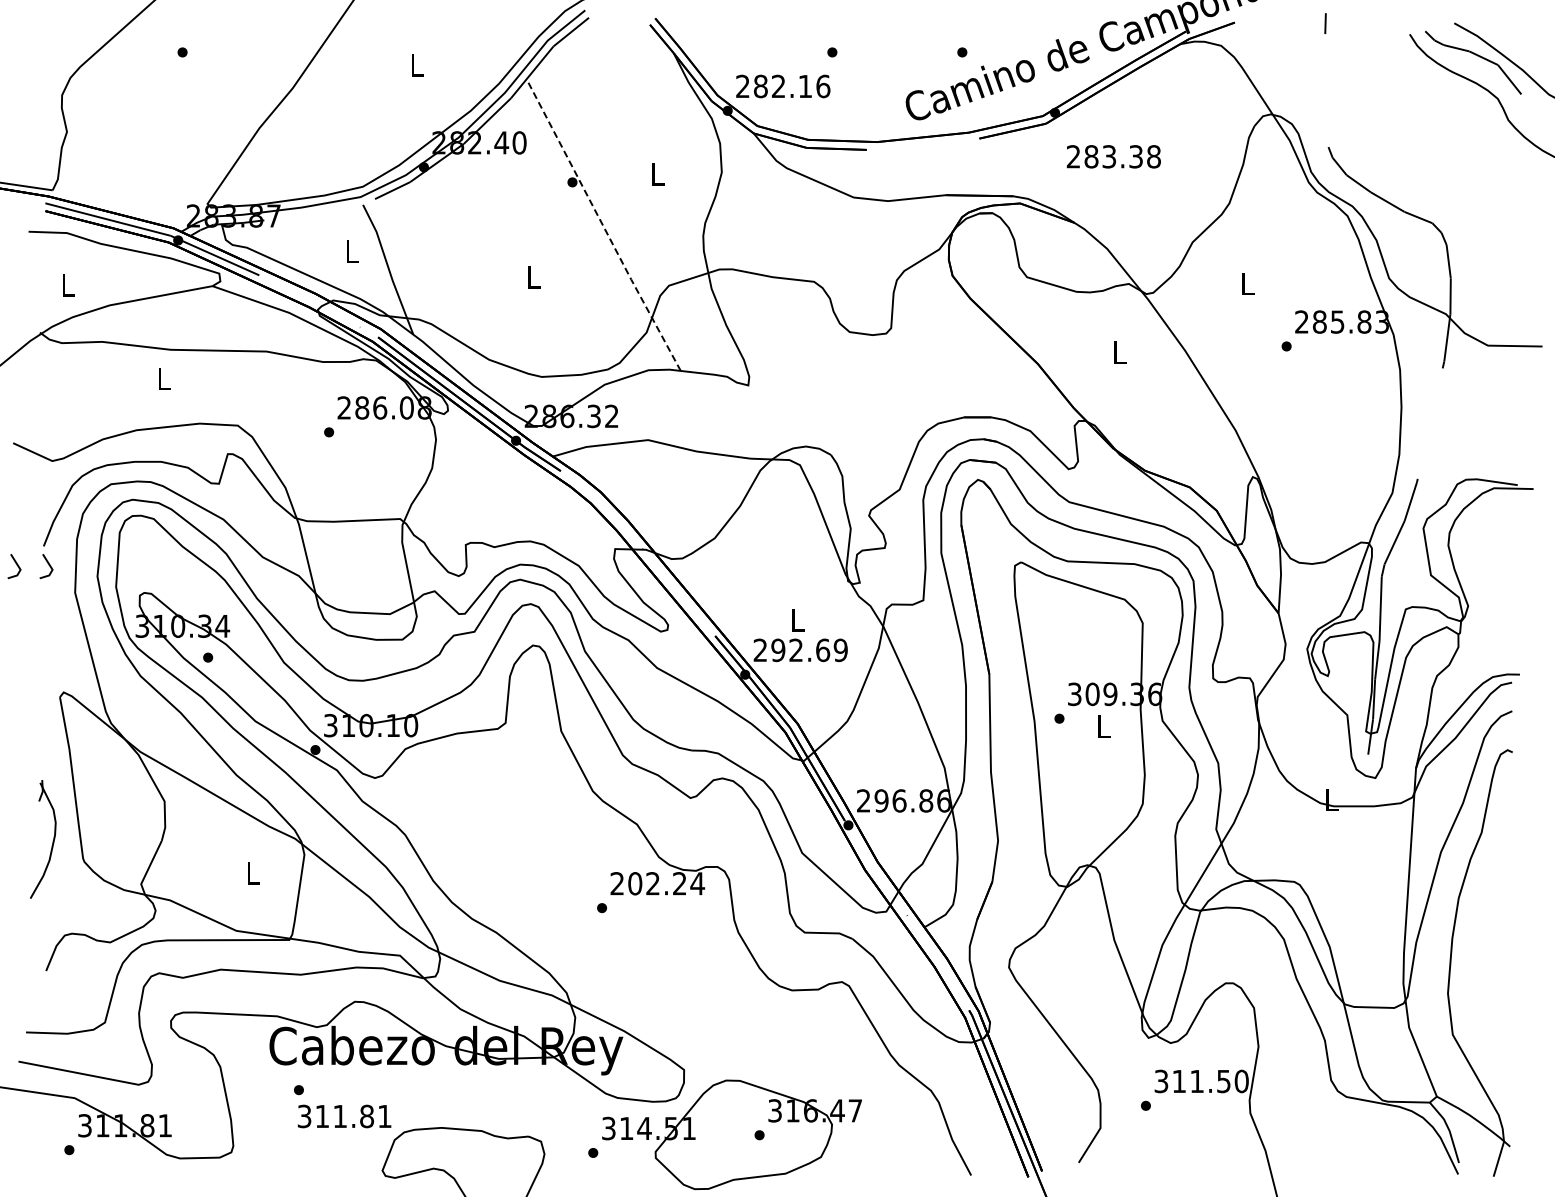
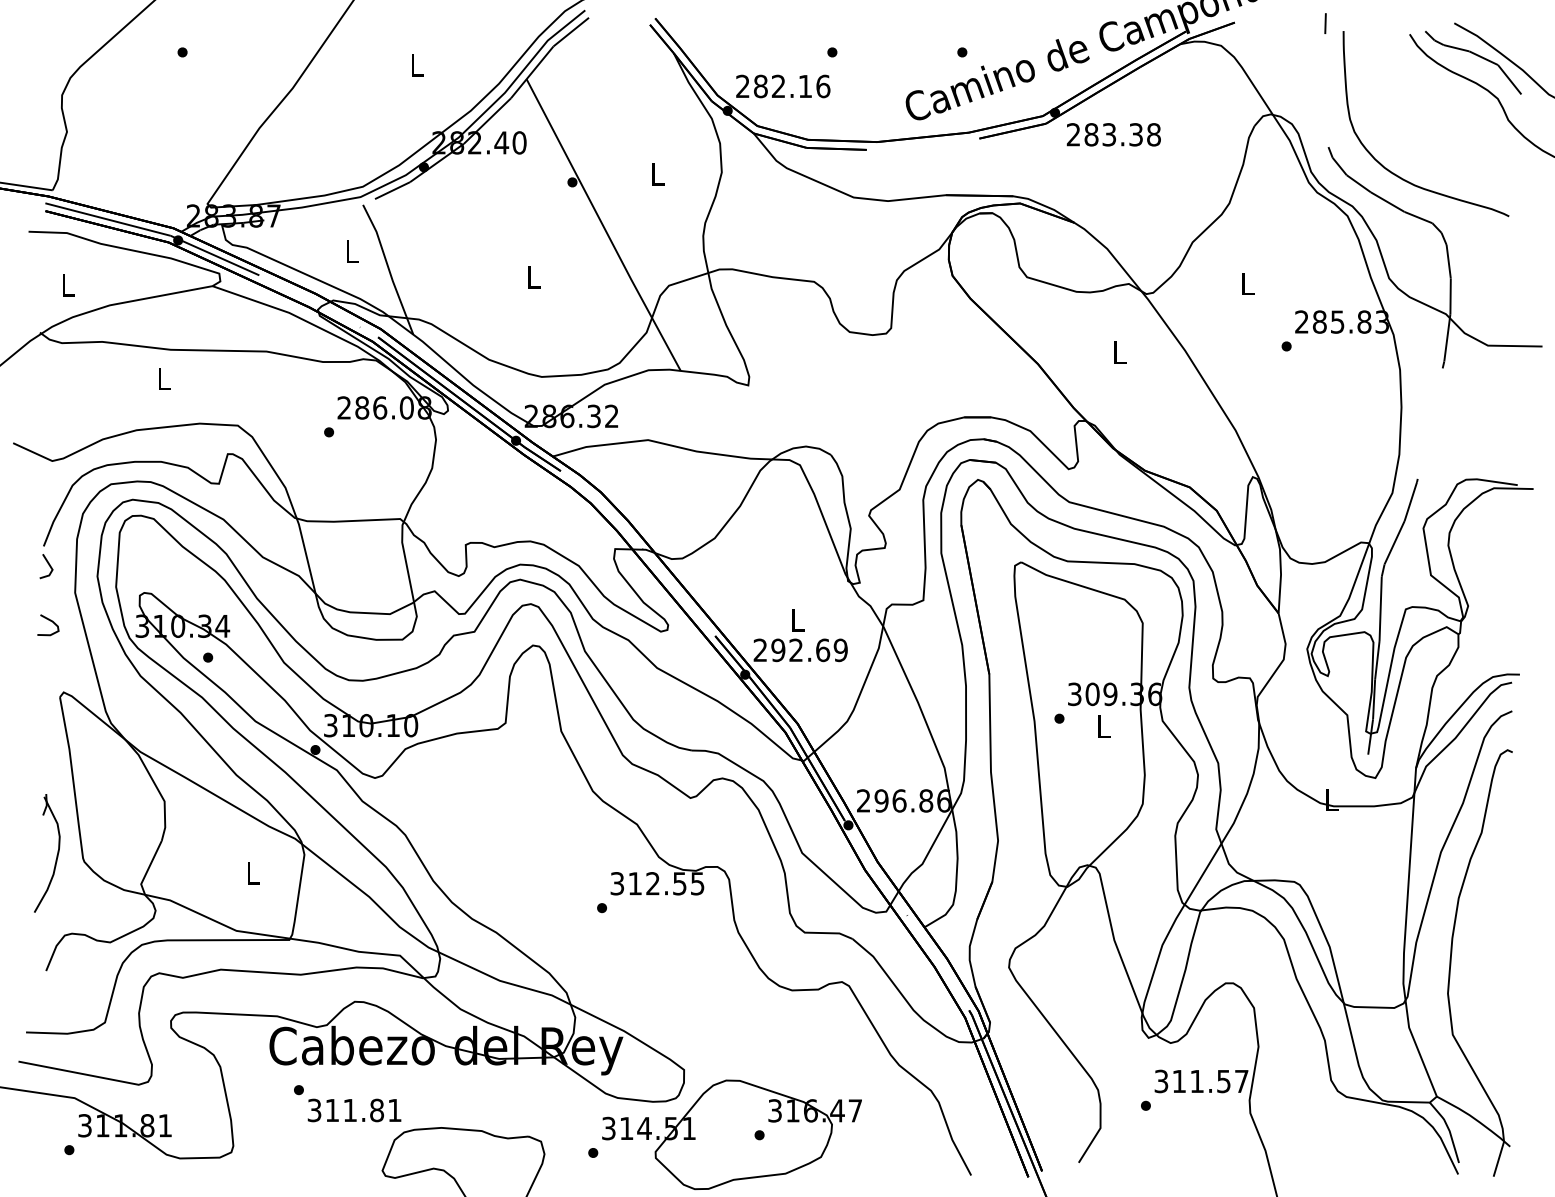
text at (1113, 156) position: (1113, 156) -> (1113, 134)
curve at (1395, 173): none -> present
line at (603, 225): dashed -> solid
line at (16, 565): present -> none
curve at (50, 621): none -> present
part at (52, 841) position: (52, 841) -> (56, 855)
text at (657, 883): 202.24 -> 312.55
text at (1241, 1081): 311.50 -> 311.57
text at (344, 1116) position: (344, 1116) -> (354, 1110)
